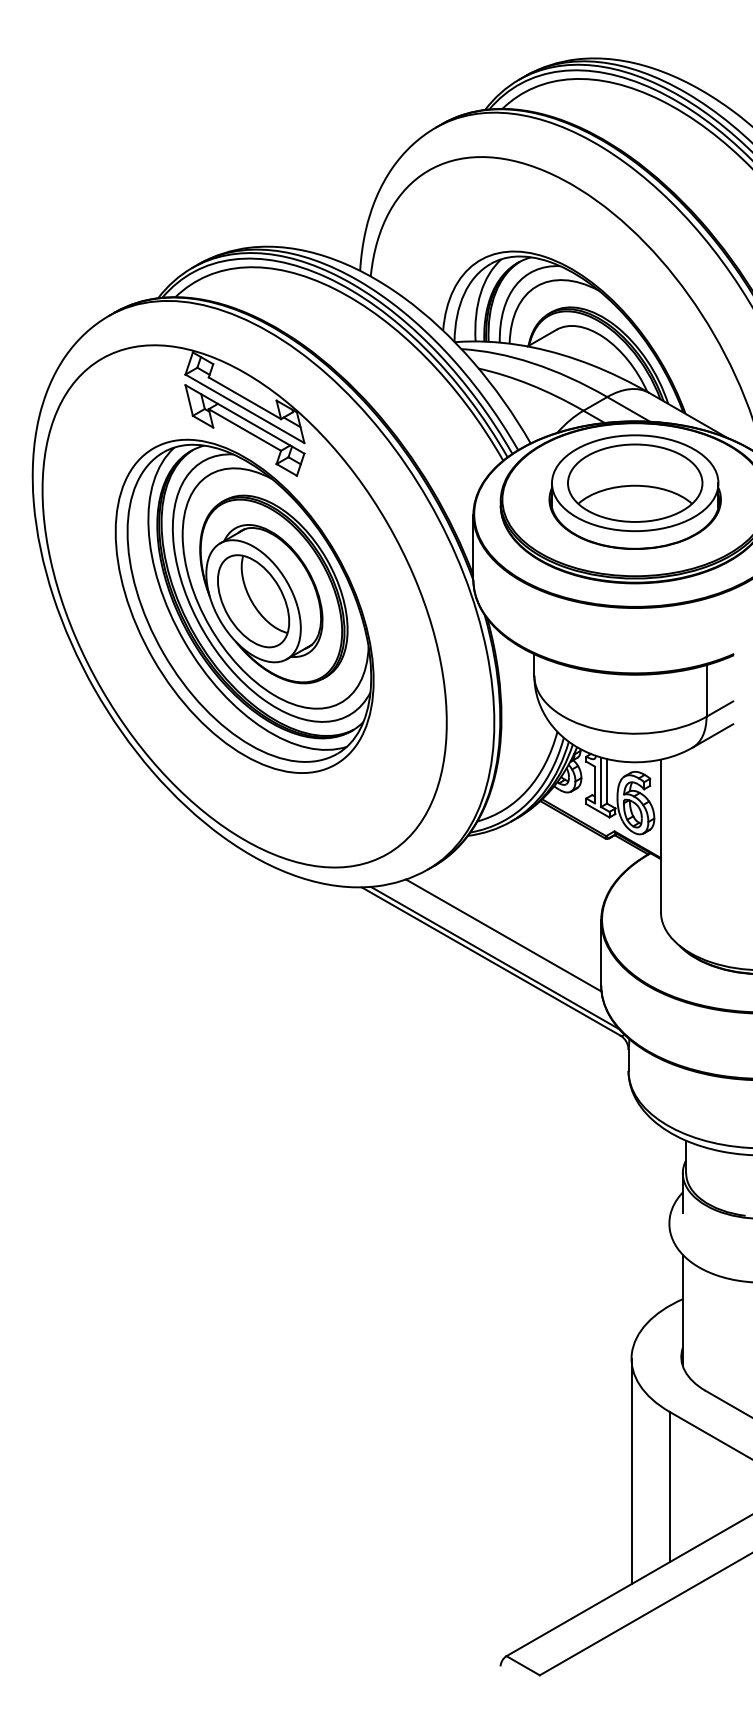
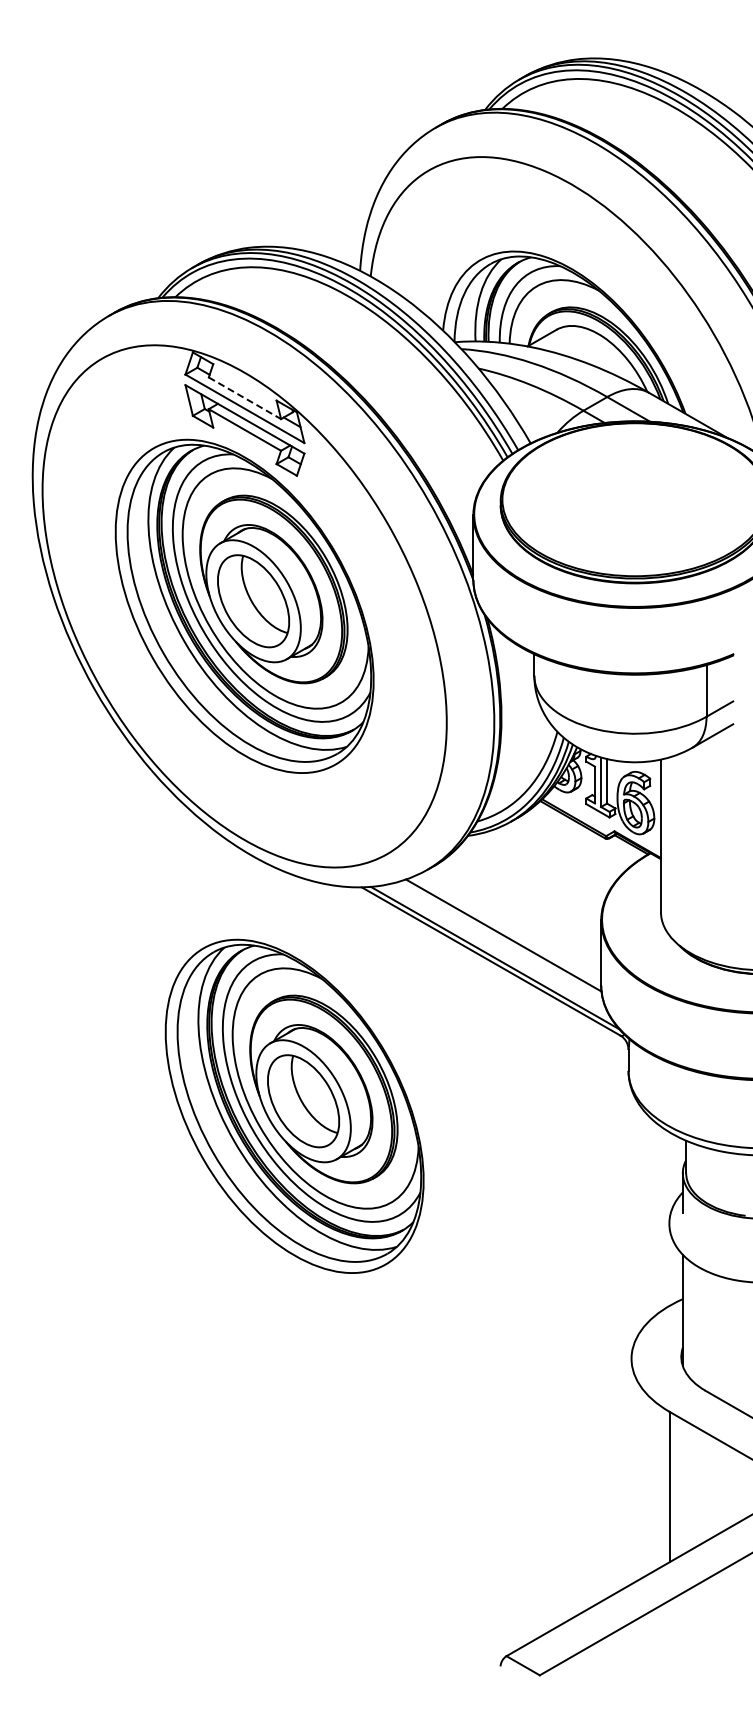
line at (244, 398): solid -> dashed
part at (634, 491): present -> none
part at (294, 1105): none -> present
line at (631, 1471): present -> none
